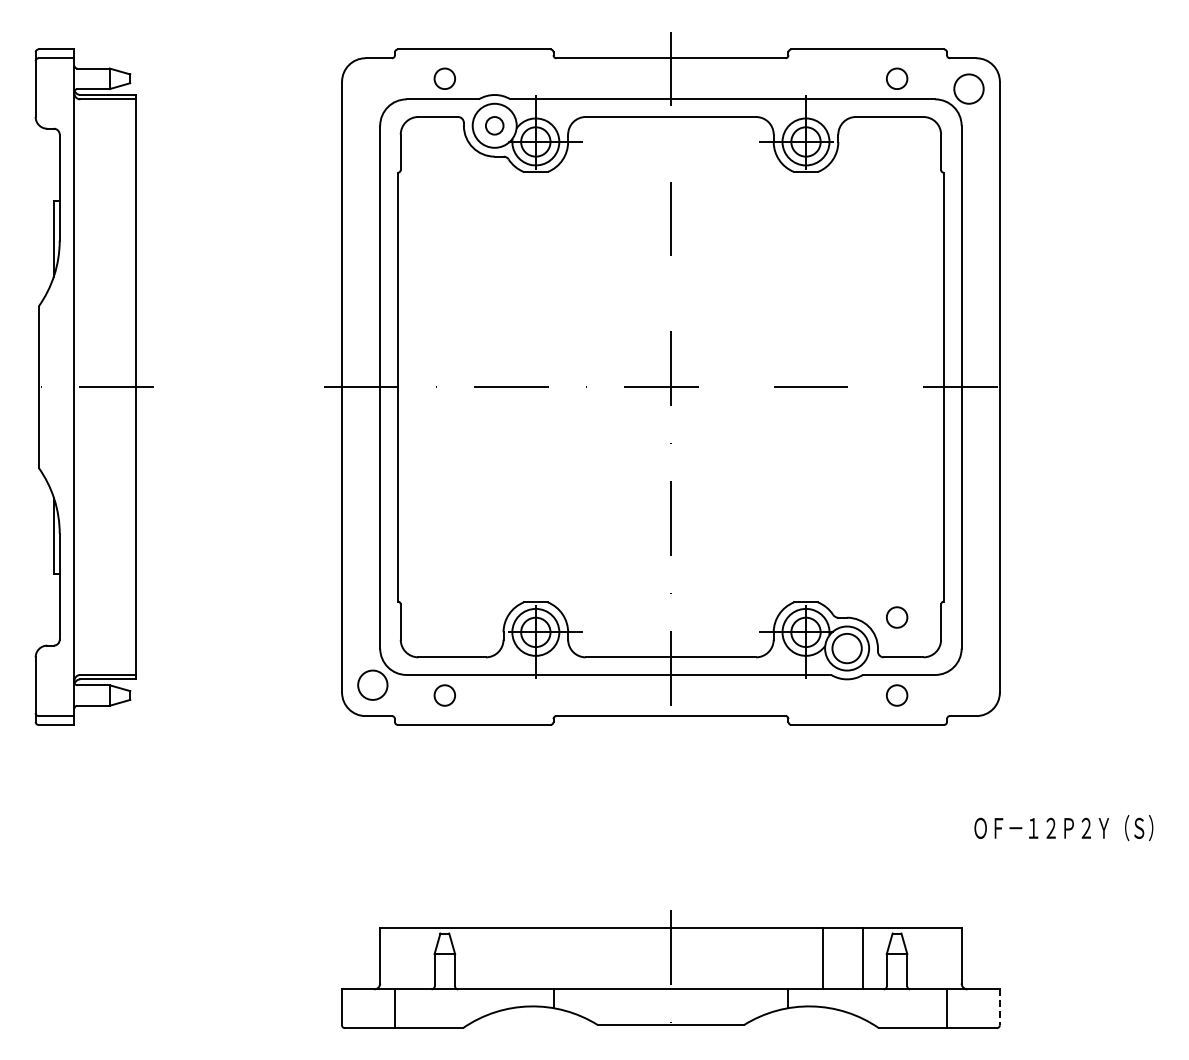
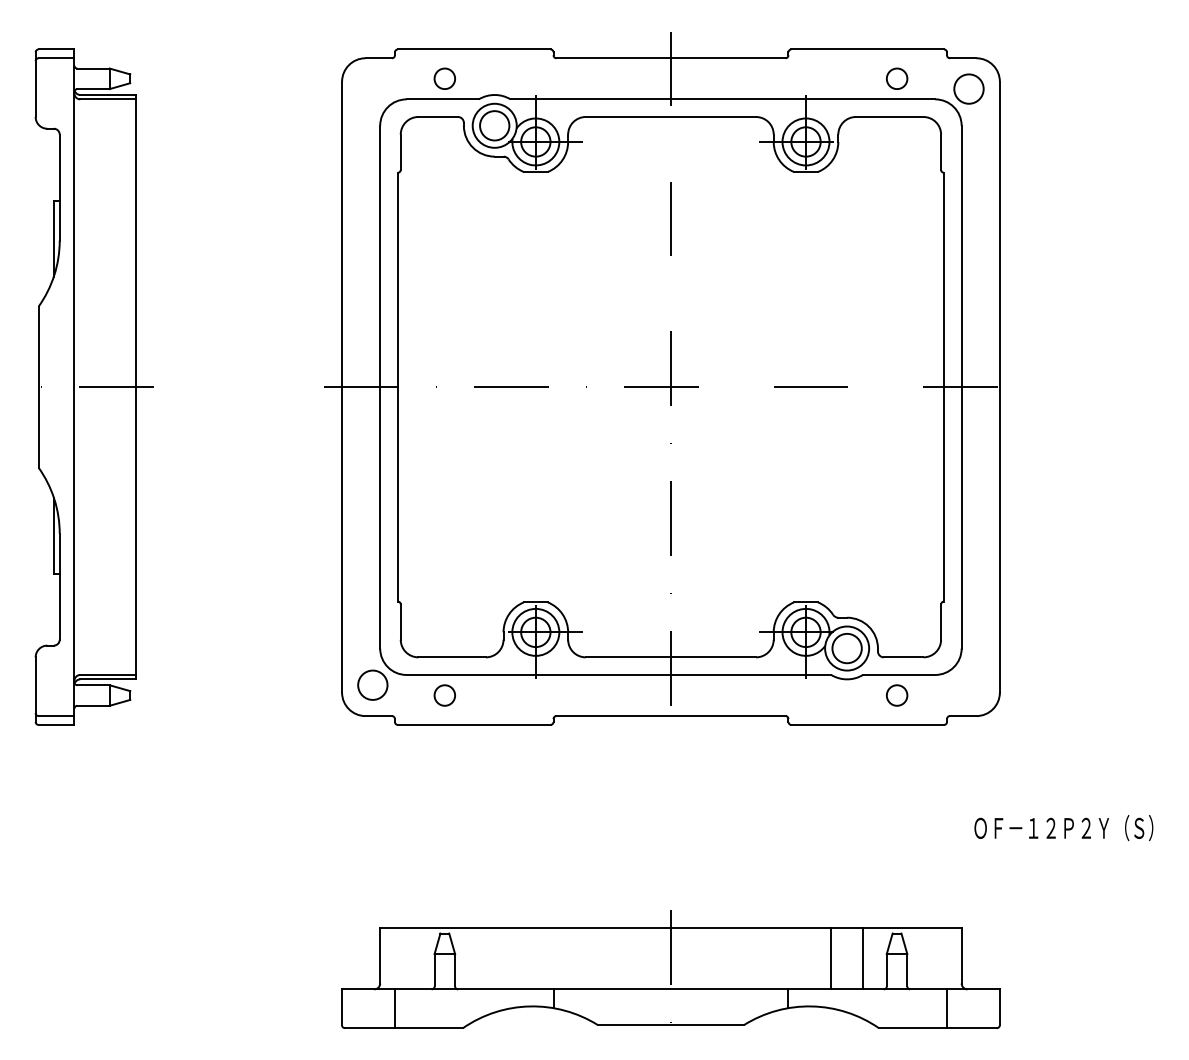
circle at (494, 125) diameter: 18 px -> 29 px
circle at (897, 617): present -> none
line at (823, 958) position: (823, 958) -> (831, 958)
line at (999, 1007): dashed -> solid
